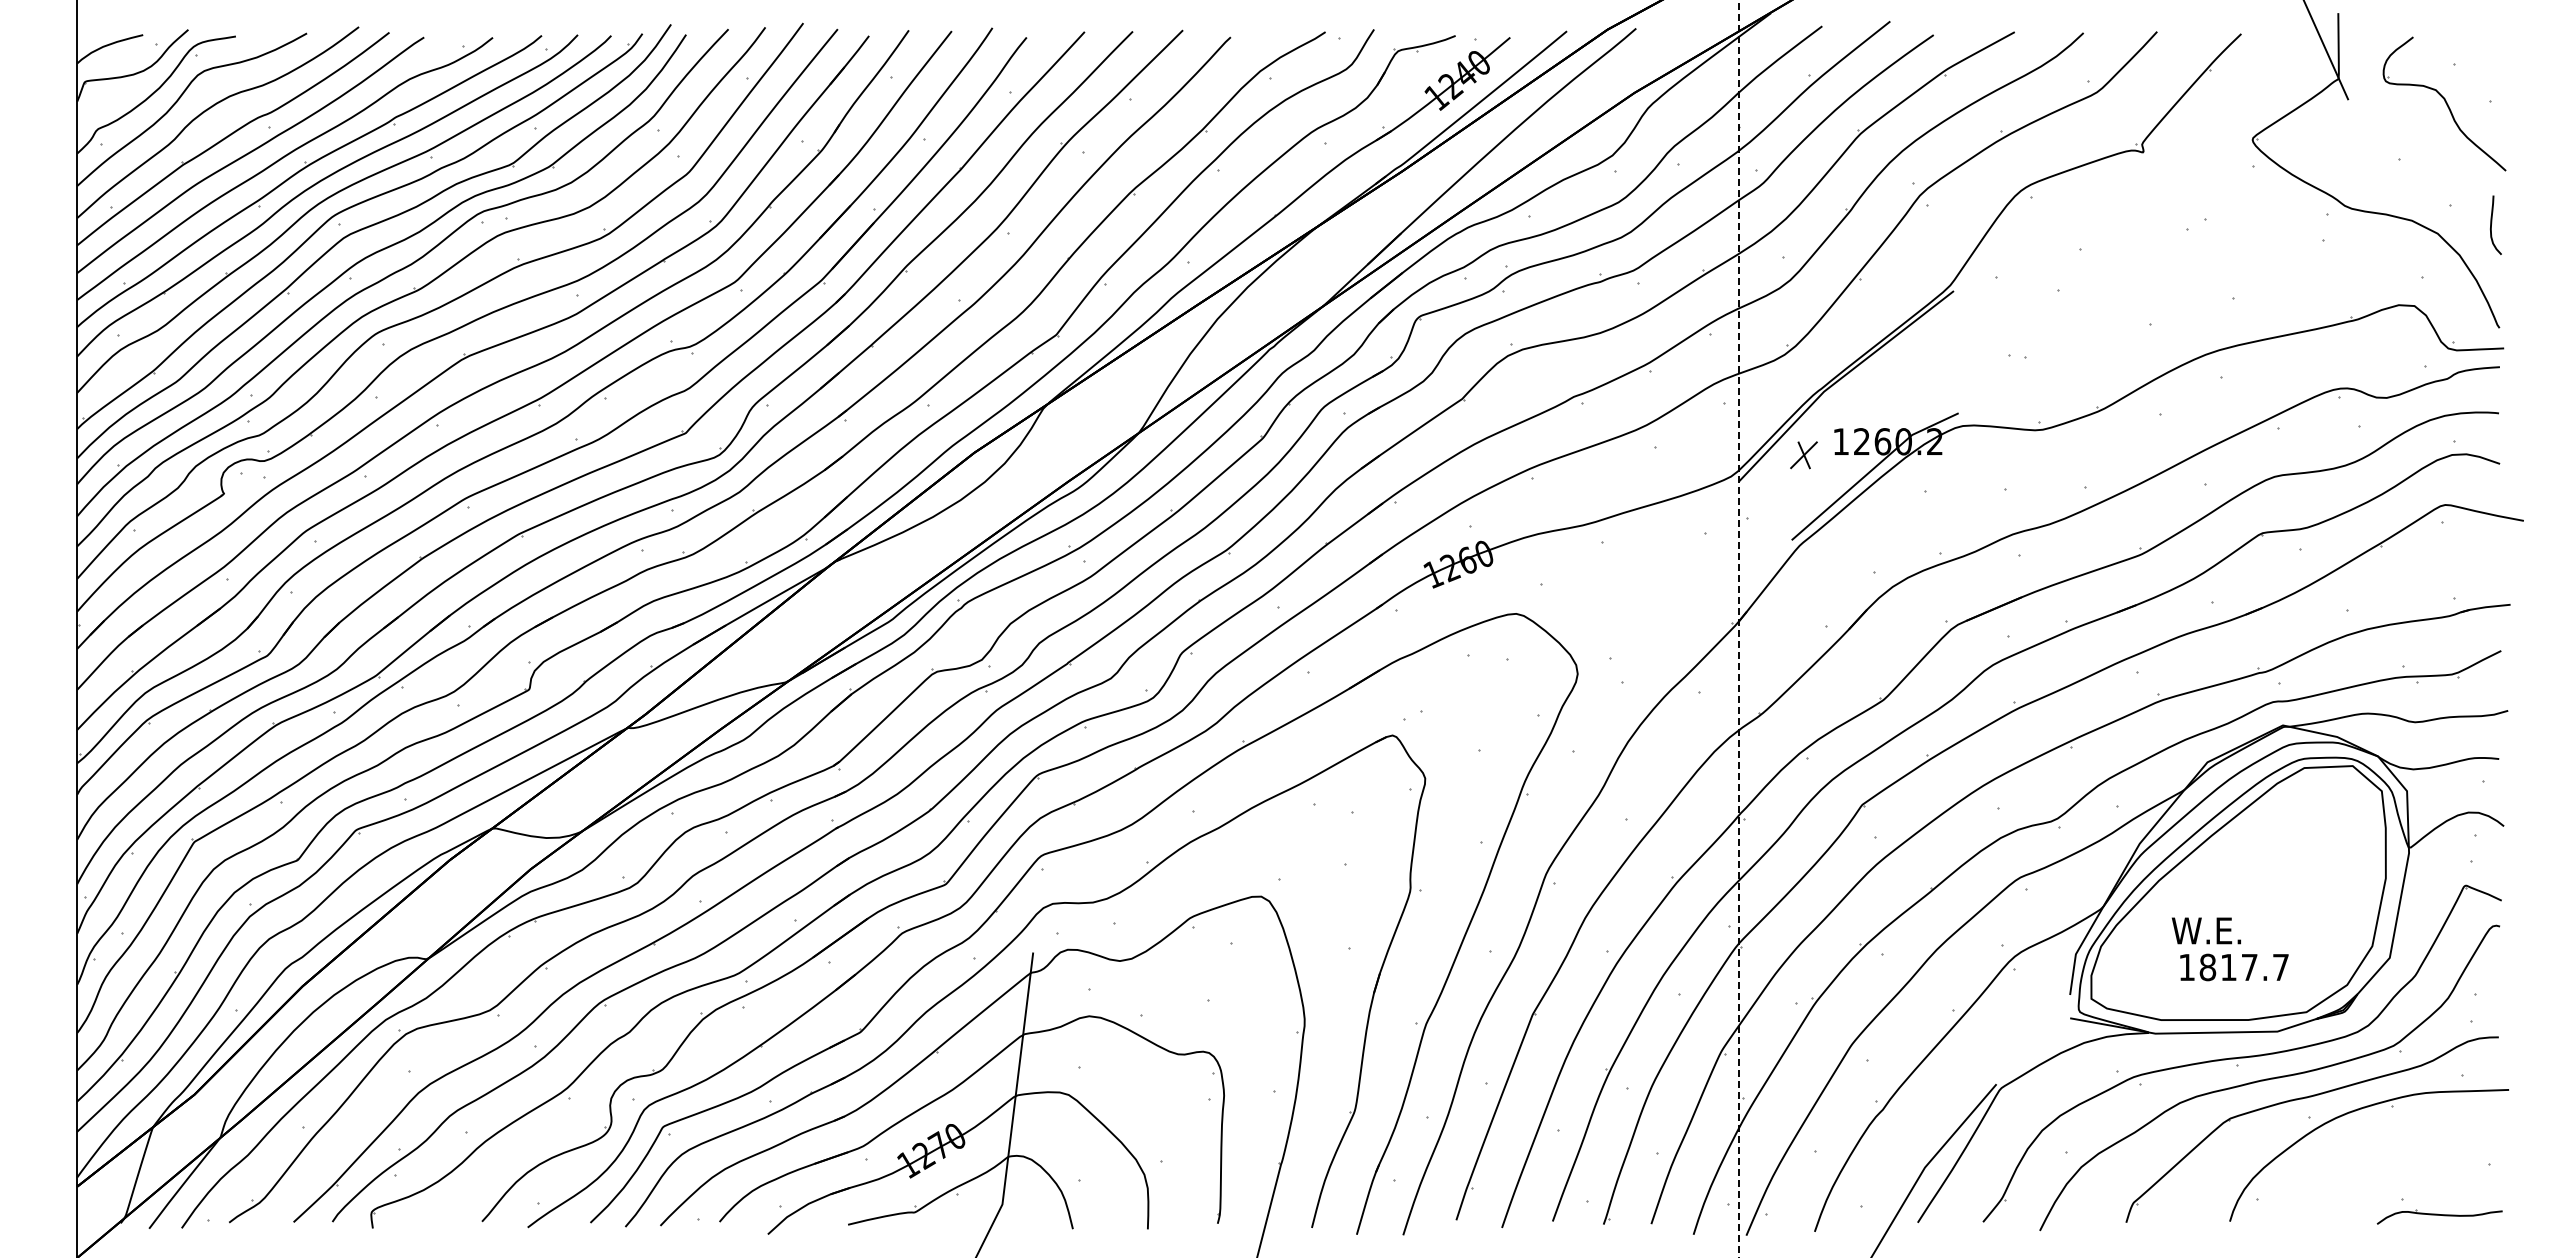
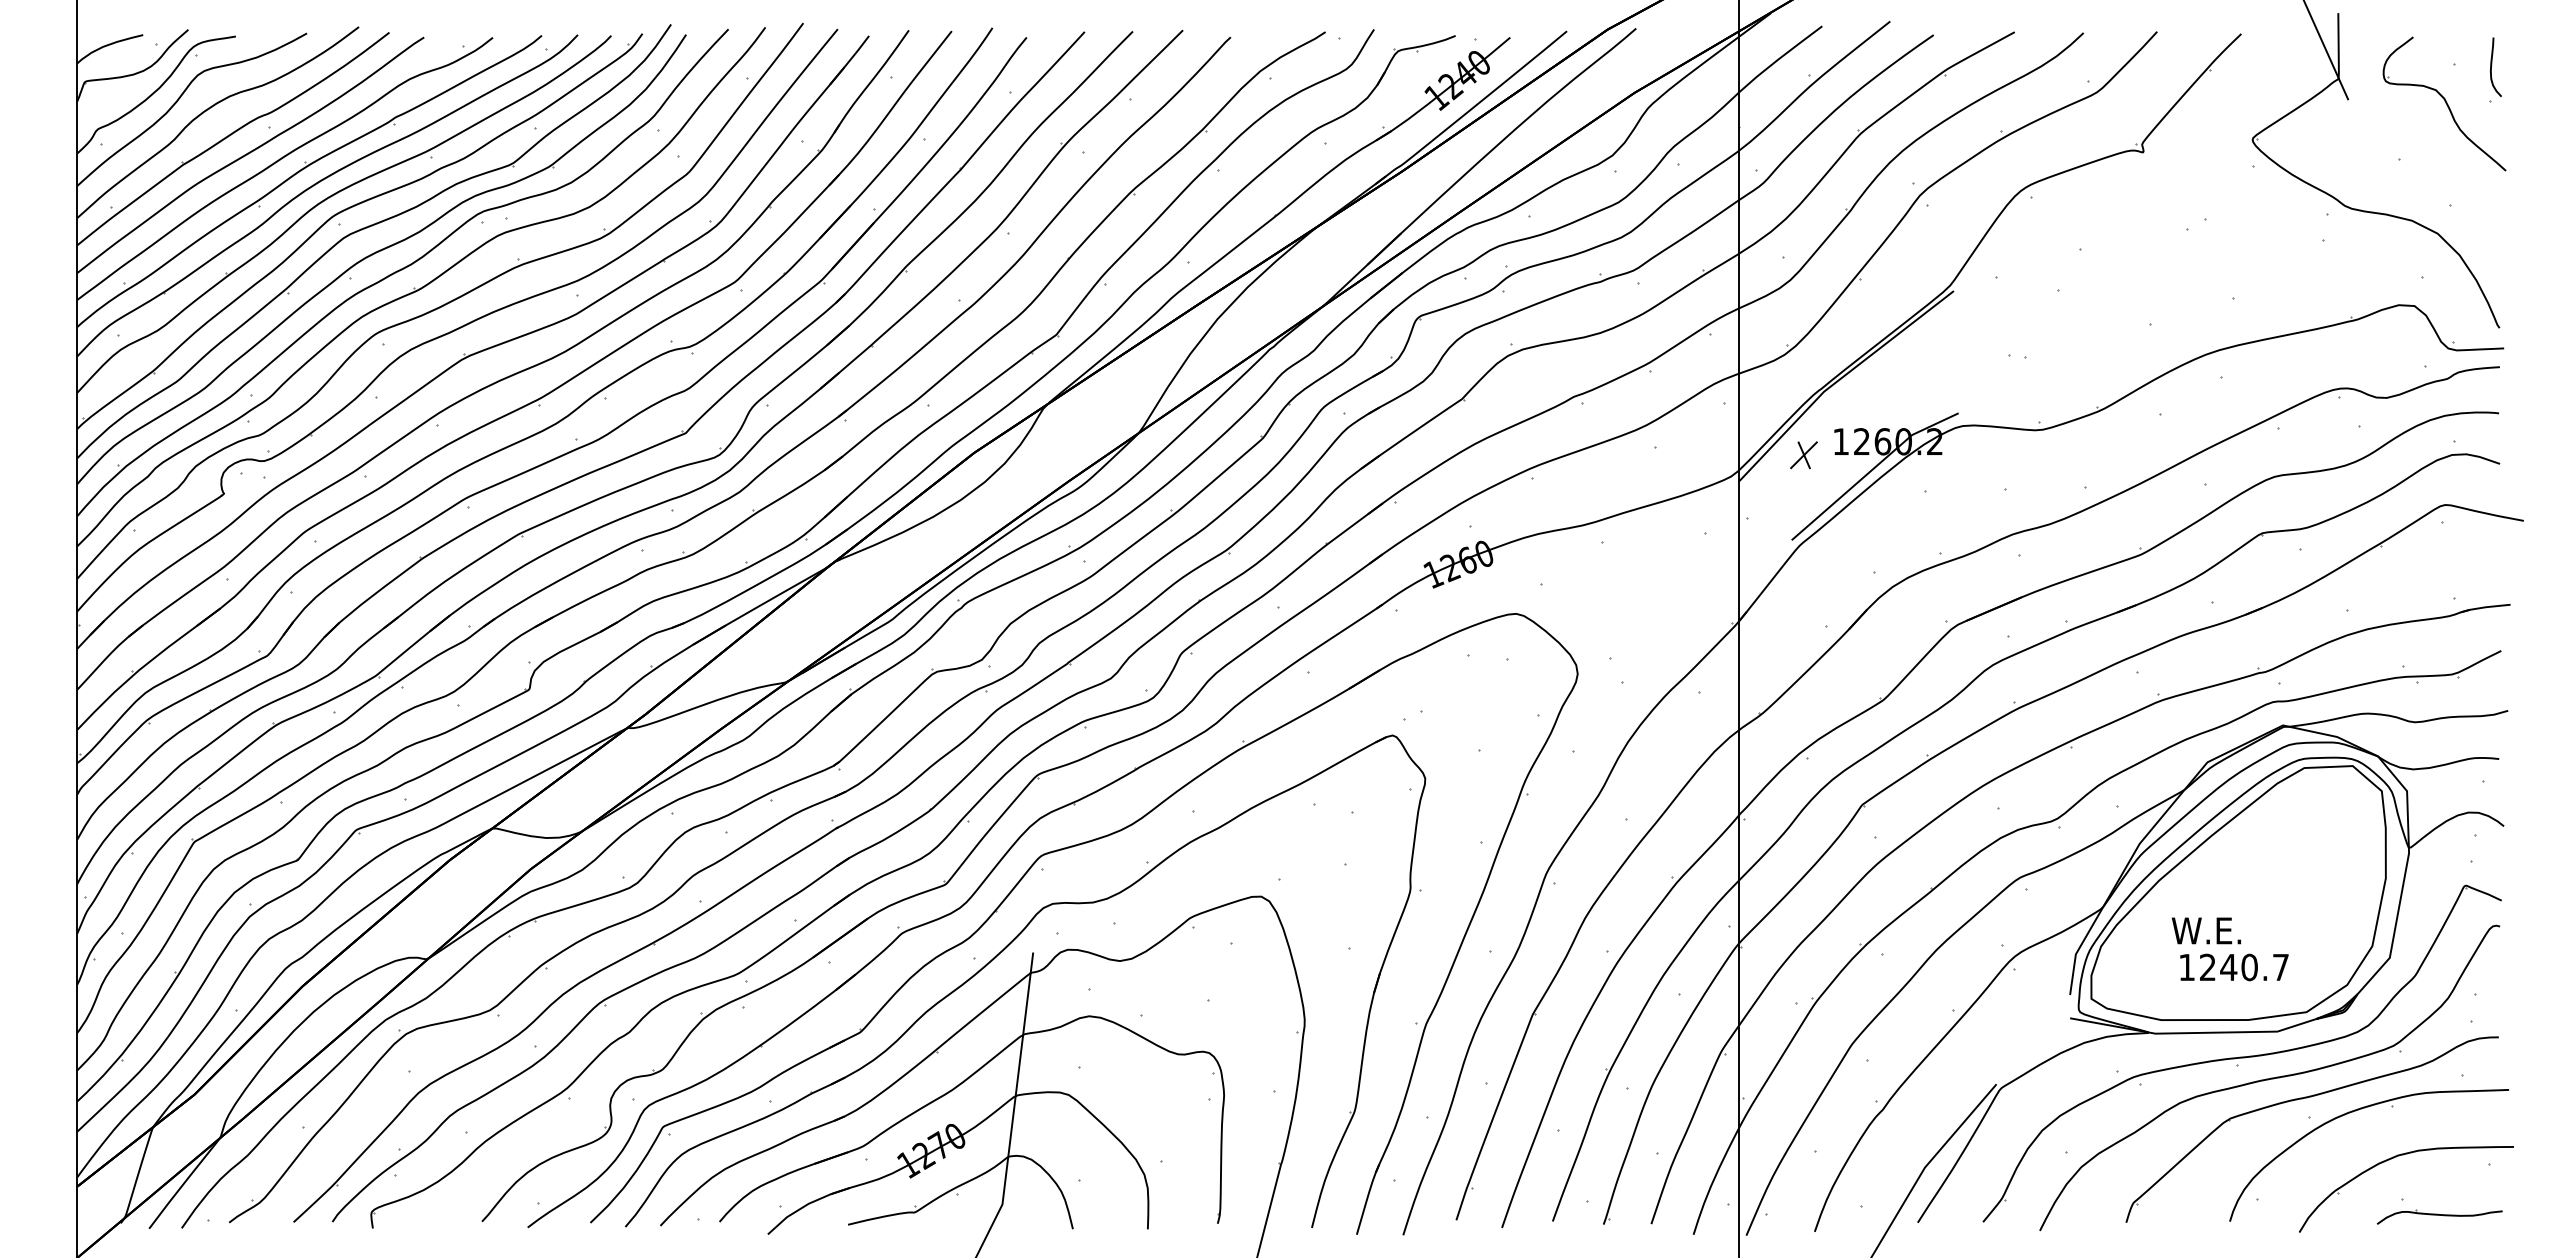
curve at (2492, 223) position: (2492, 223) -> (2492, 65)
line at (1739, 628): dashed -> solid
text at (2228, 967): 1817.7 -> 1240.7
part at (2394, 1158): none -> present
